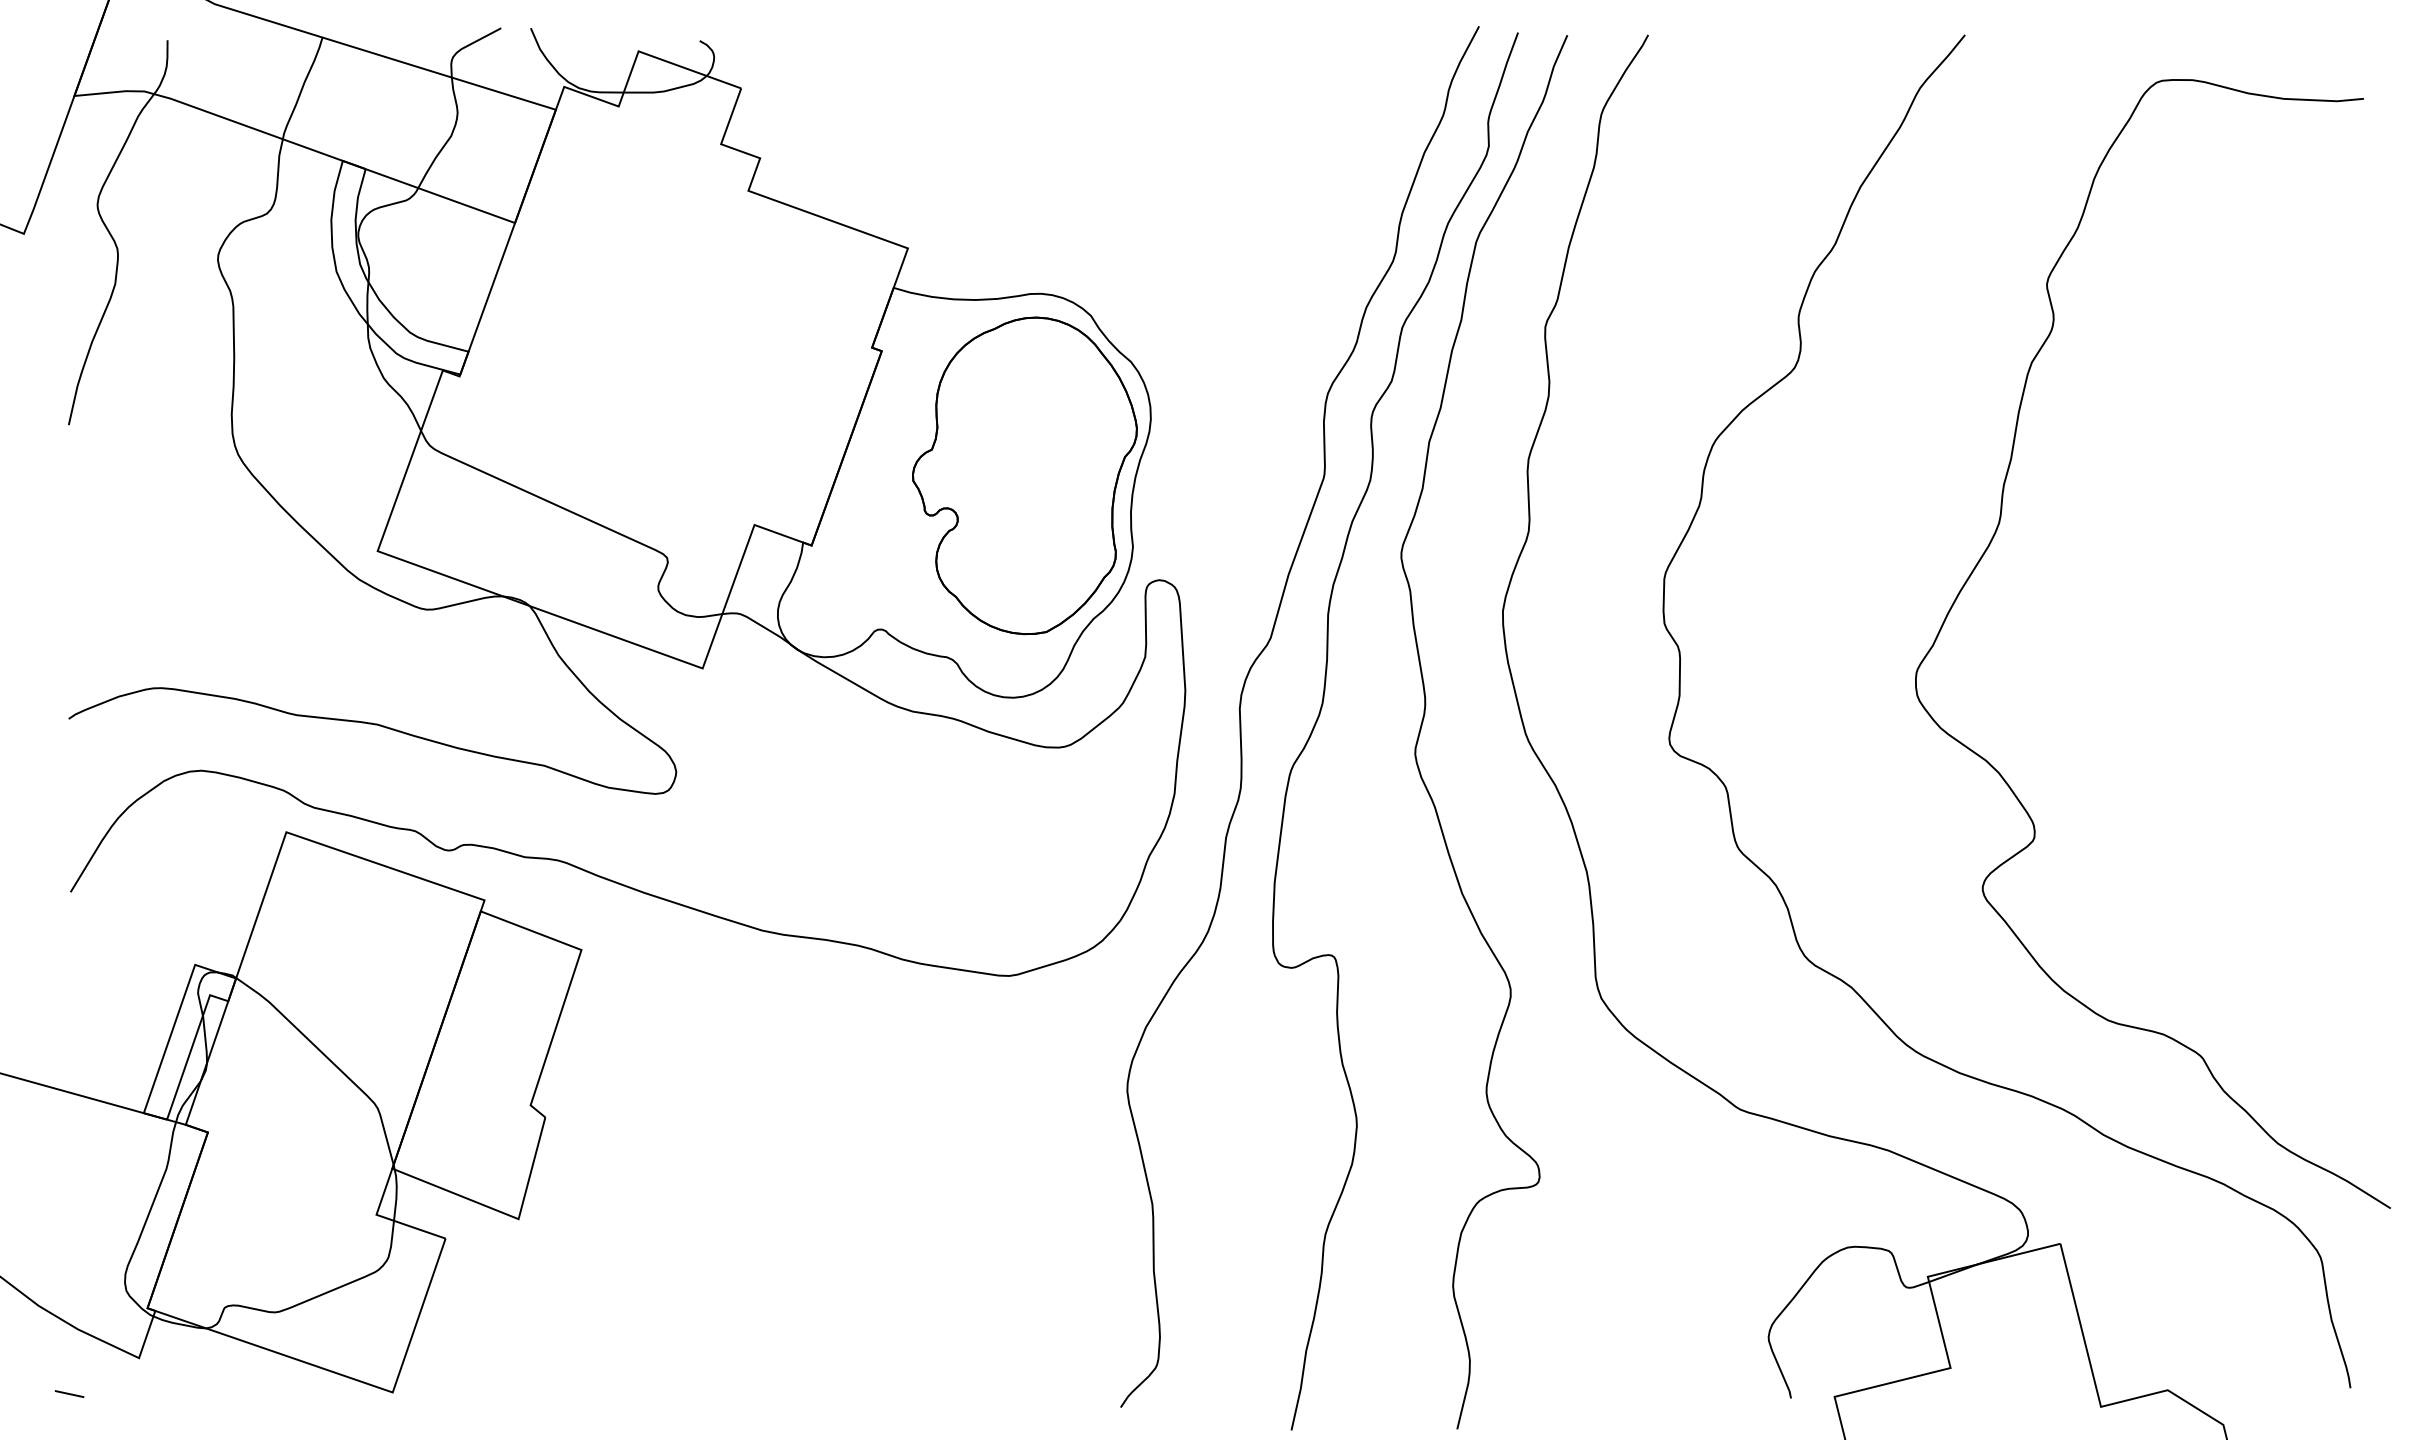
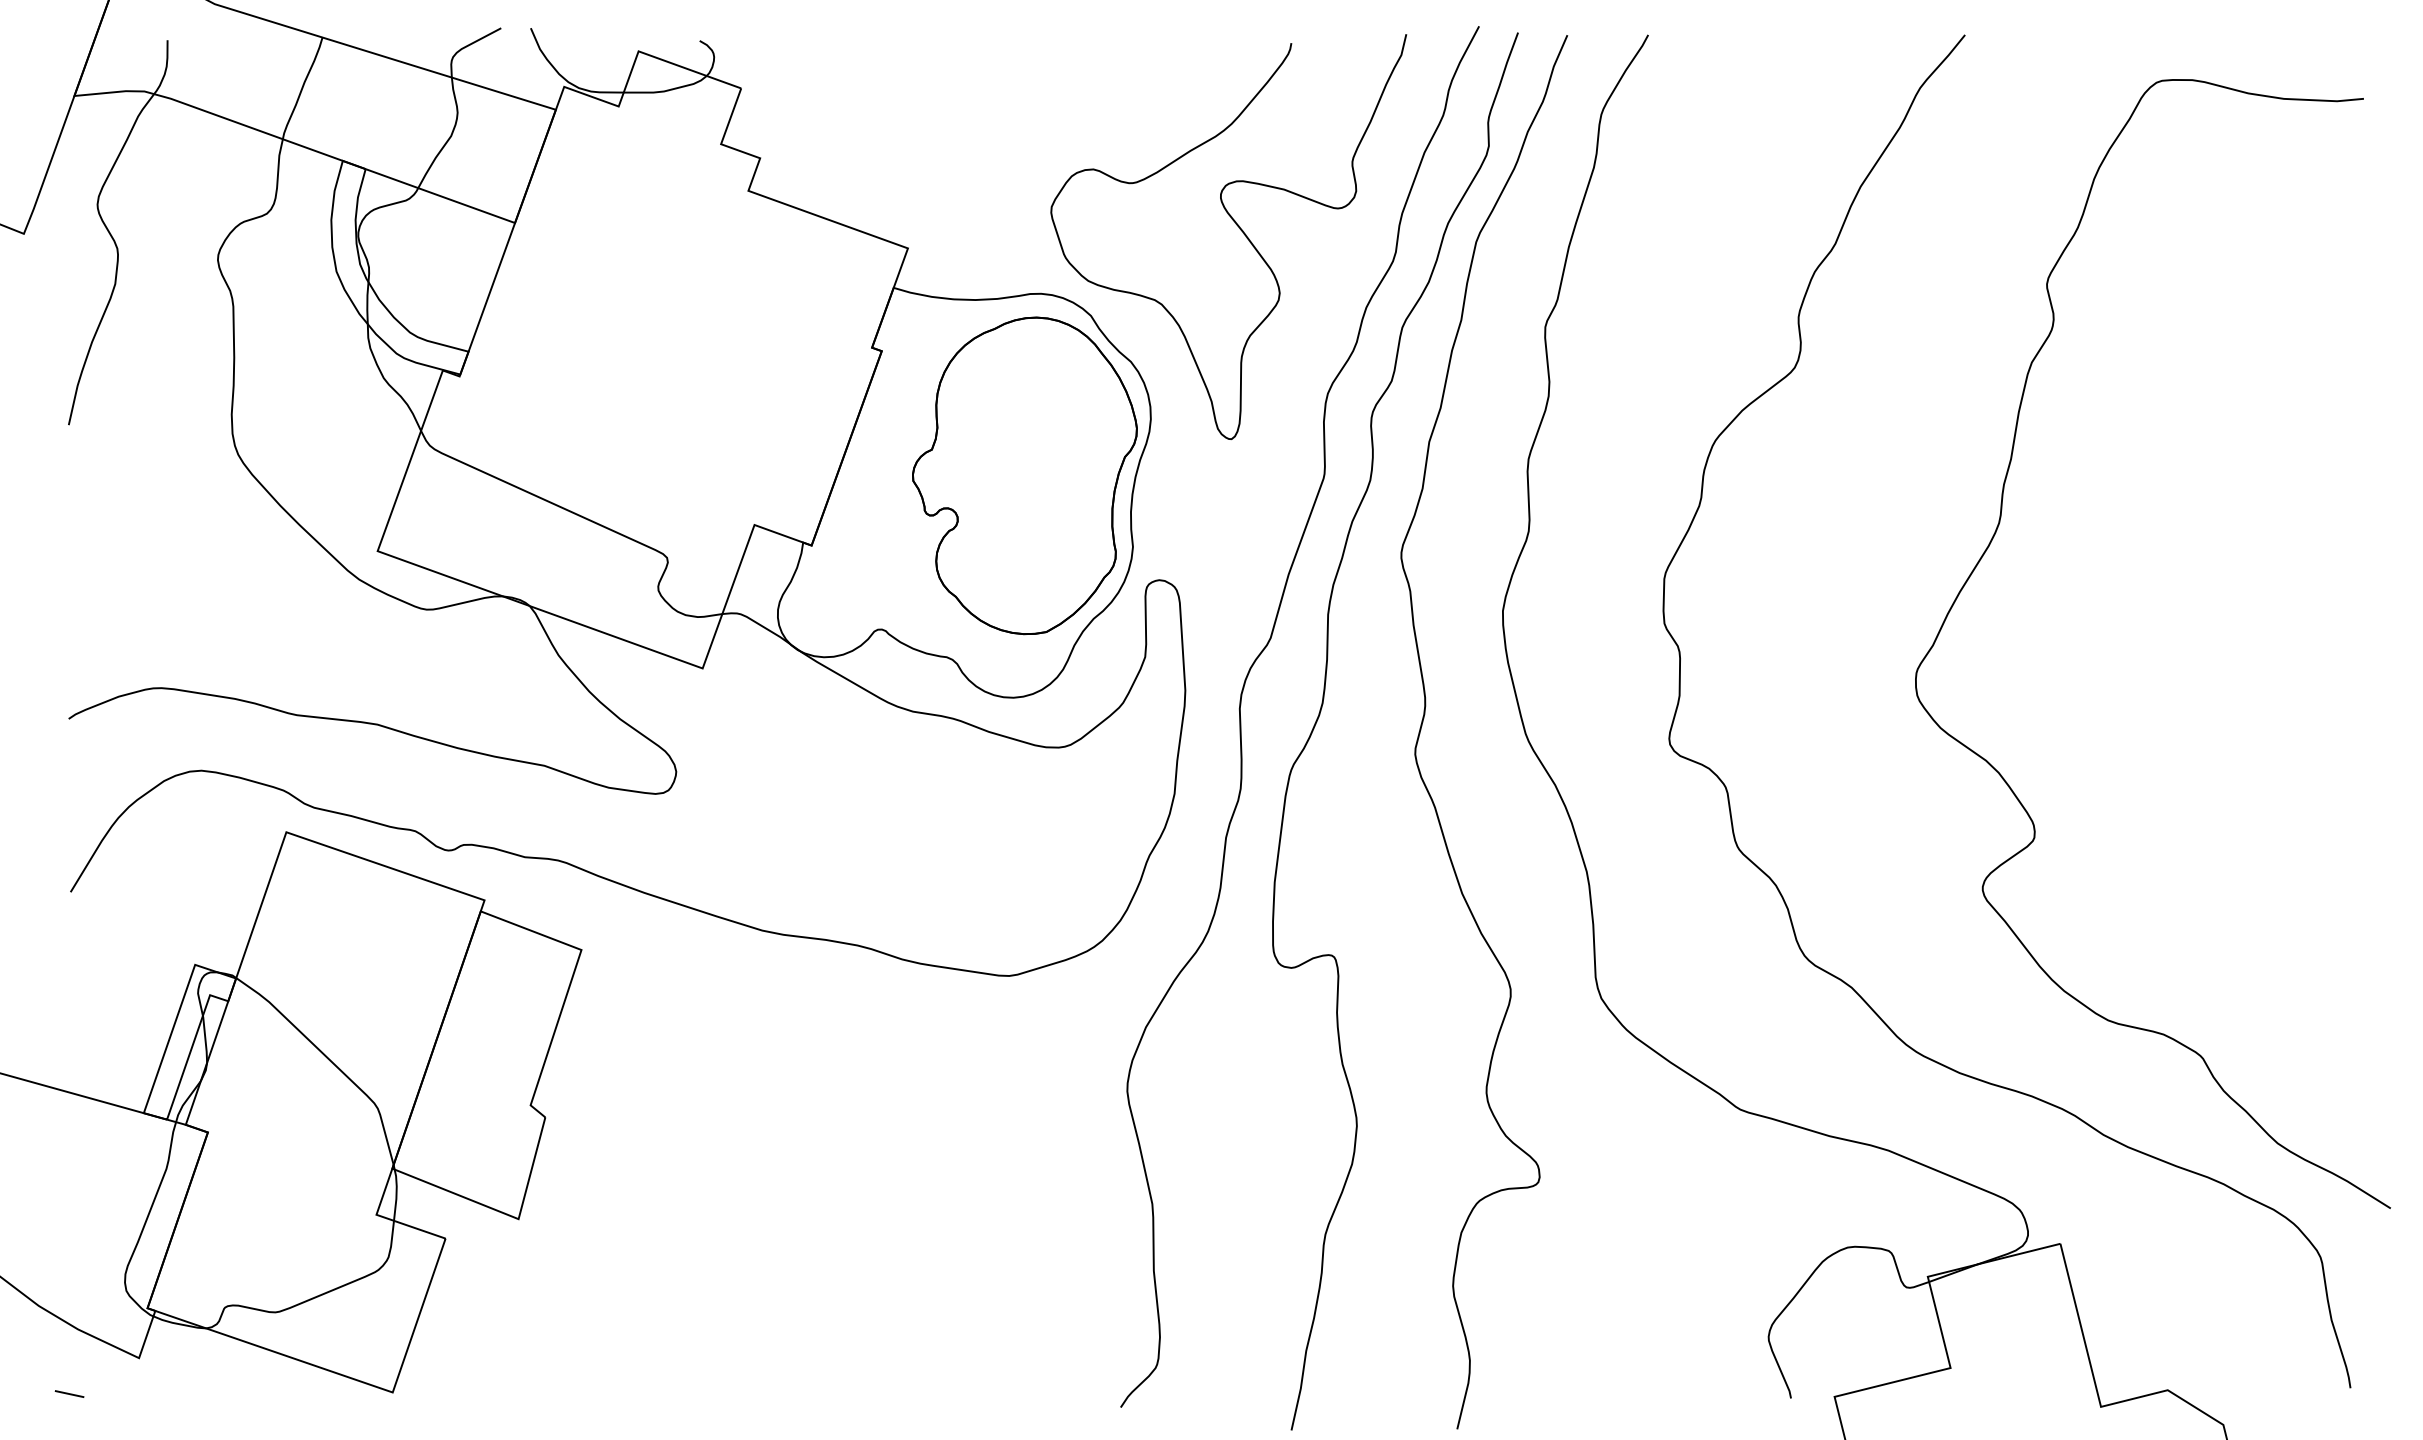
curve at (1239, 229): none -> present
